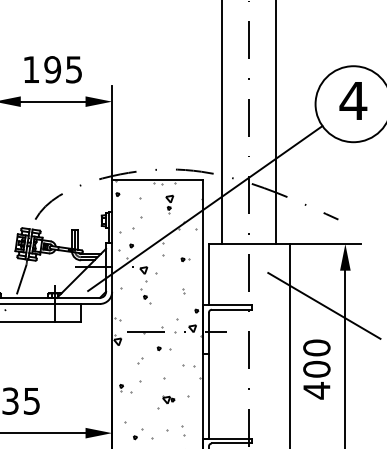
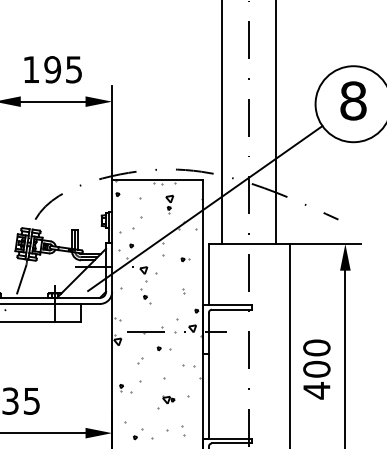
text at (353, 100): 4 -> 8
line at (324, 305): present -> none
